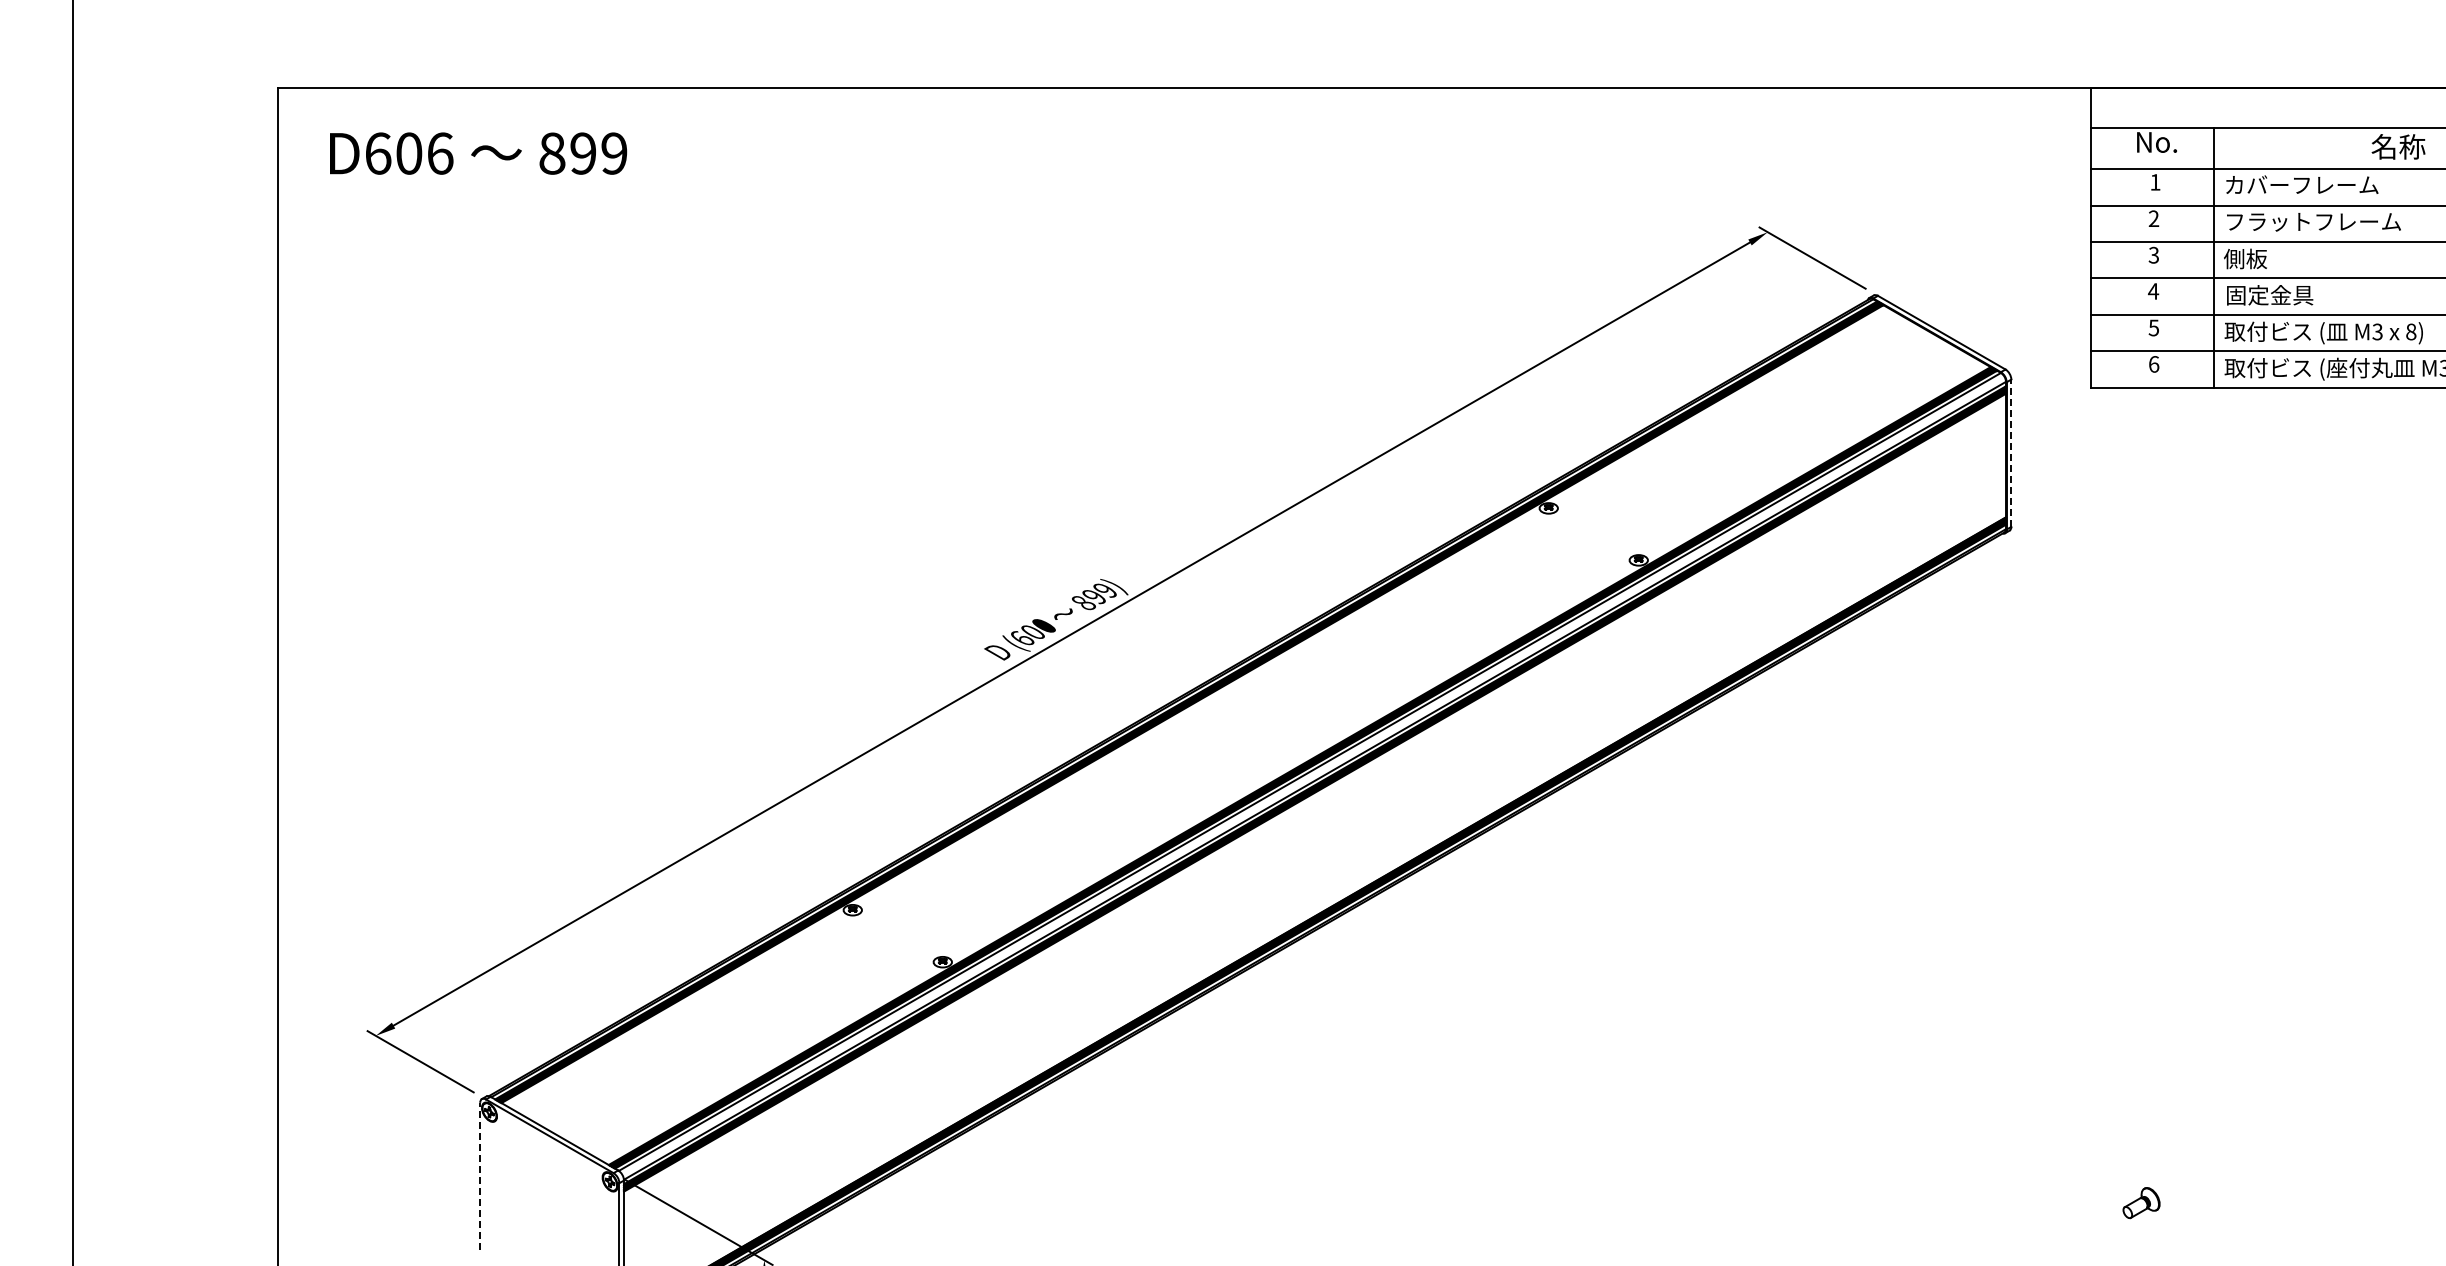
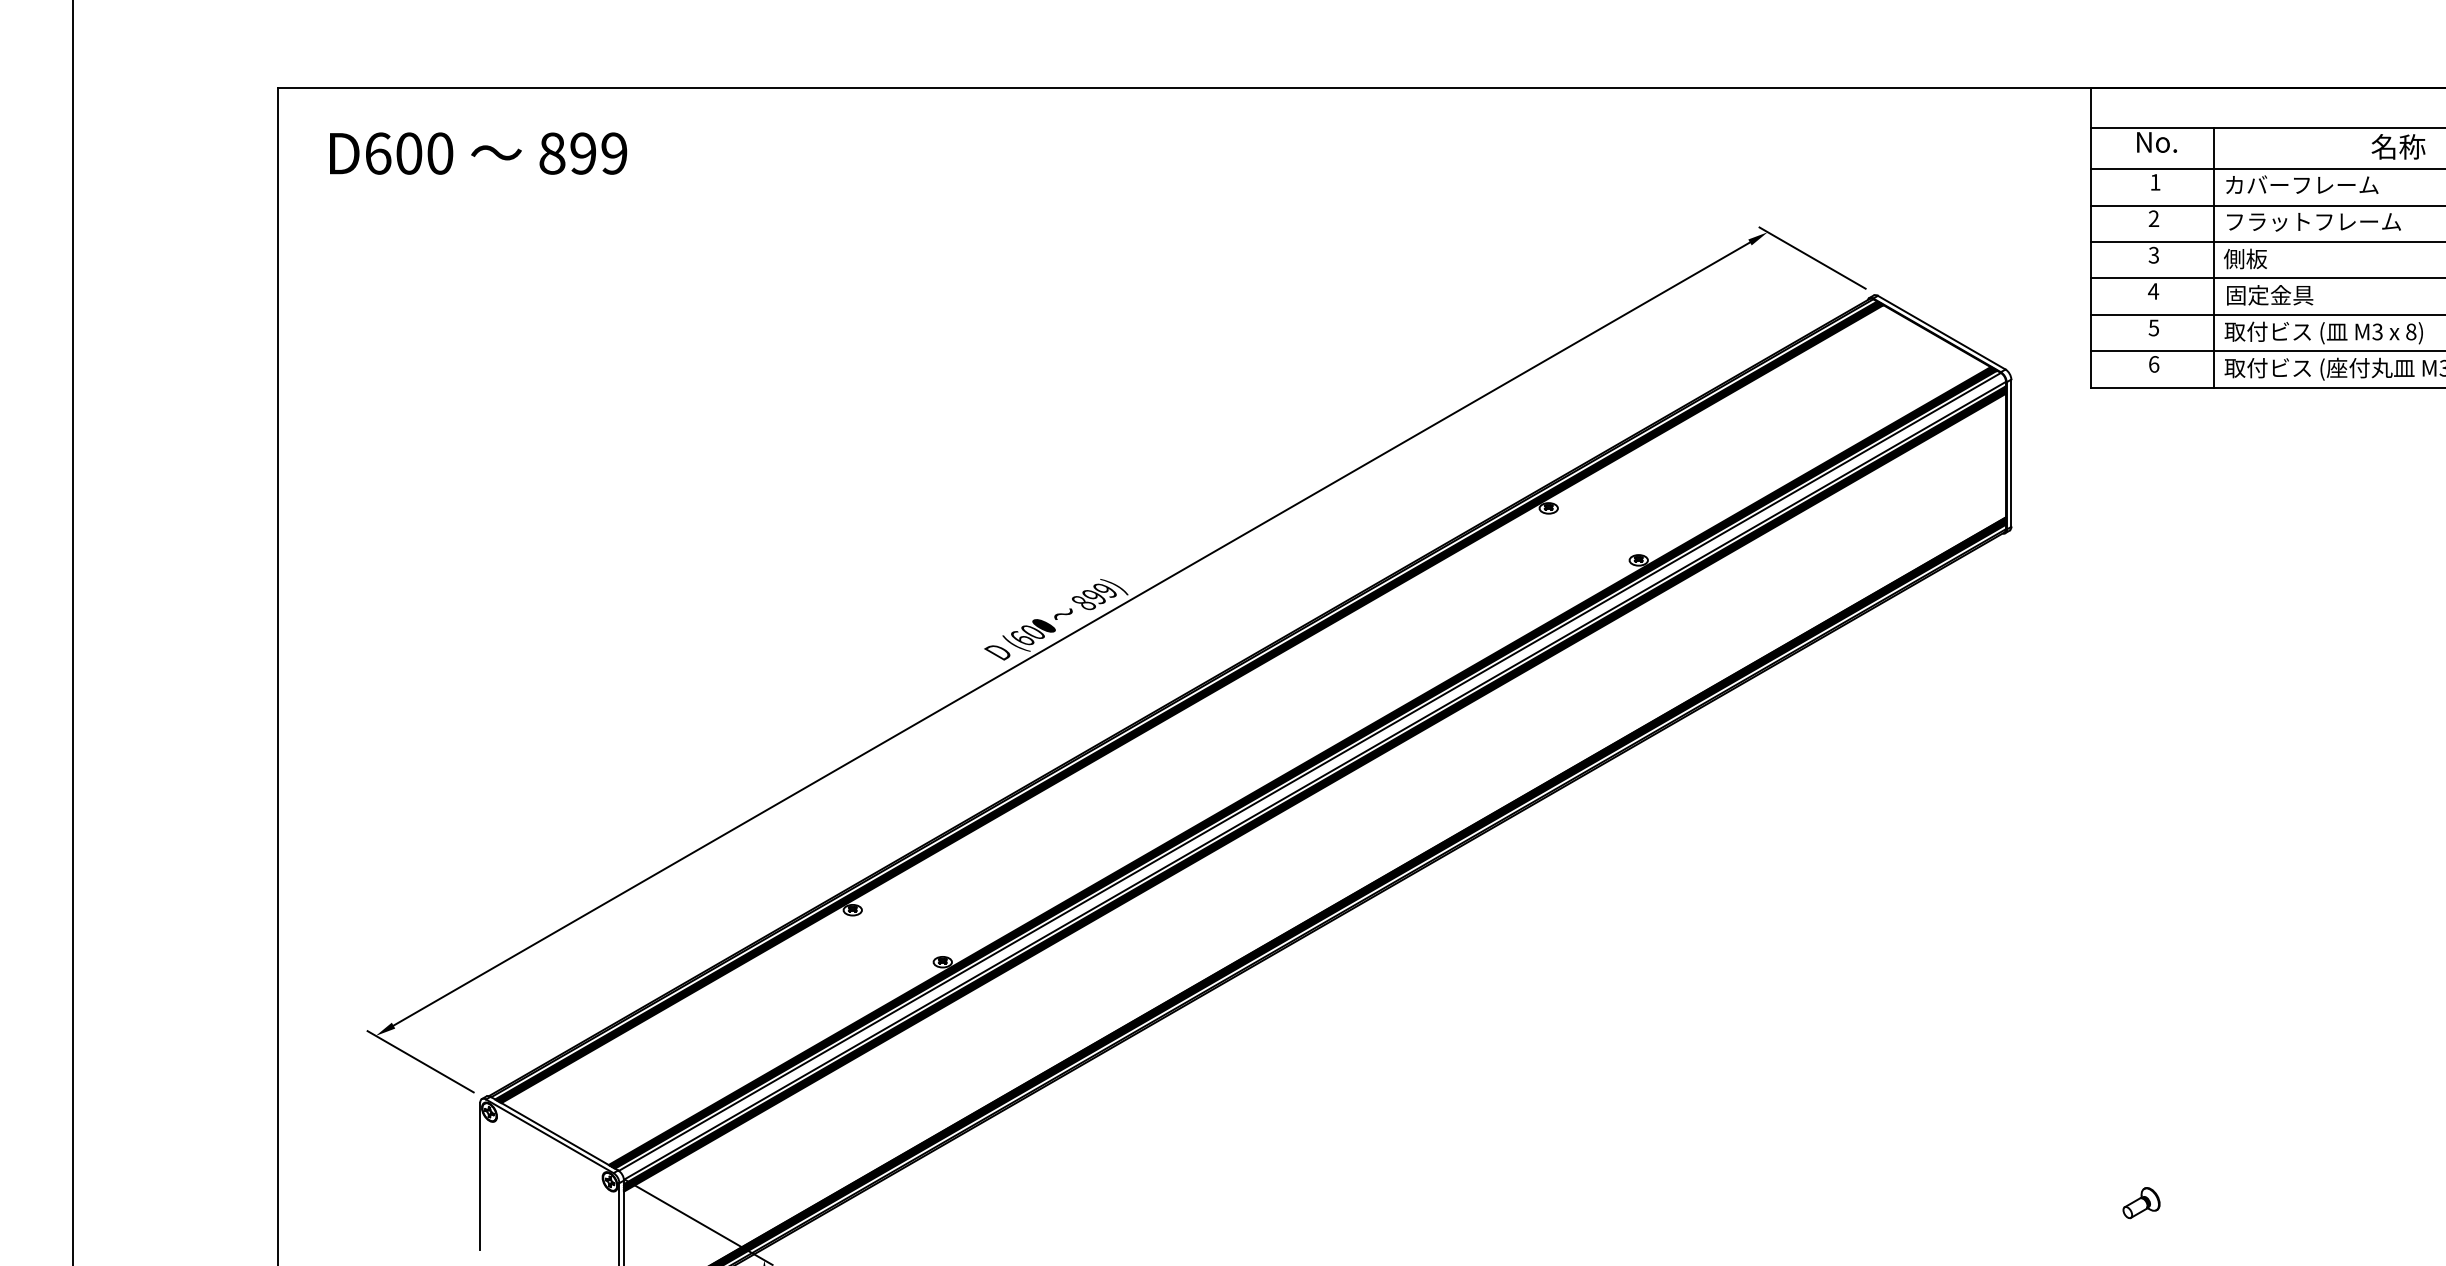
text at (440, 153): D606 -> D600
line at (2011, 453): dashed -> solid
line at (480, 1176): dashed -> solid
